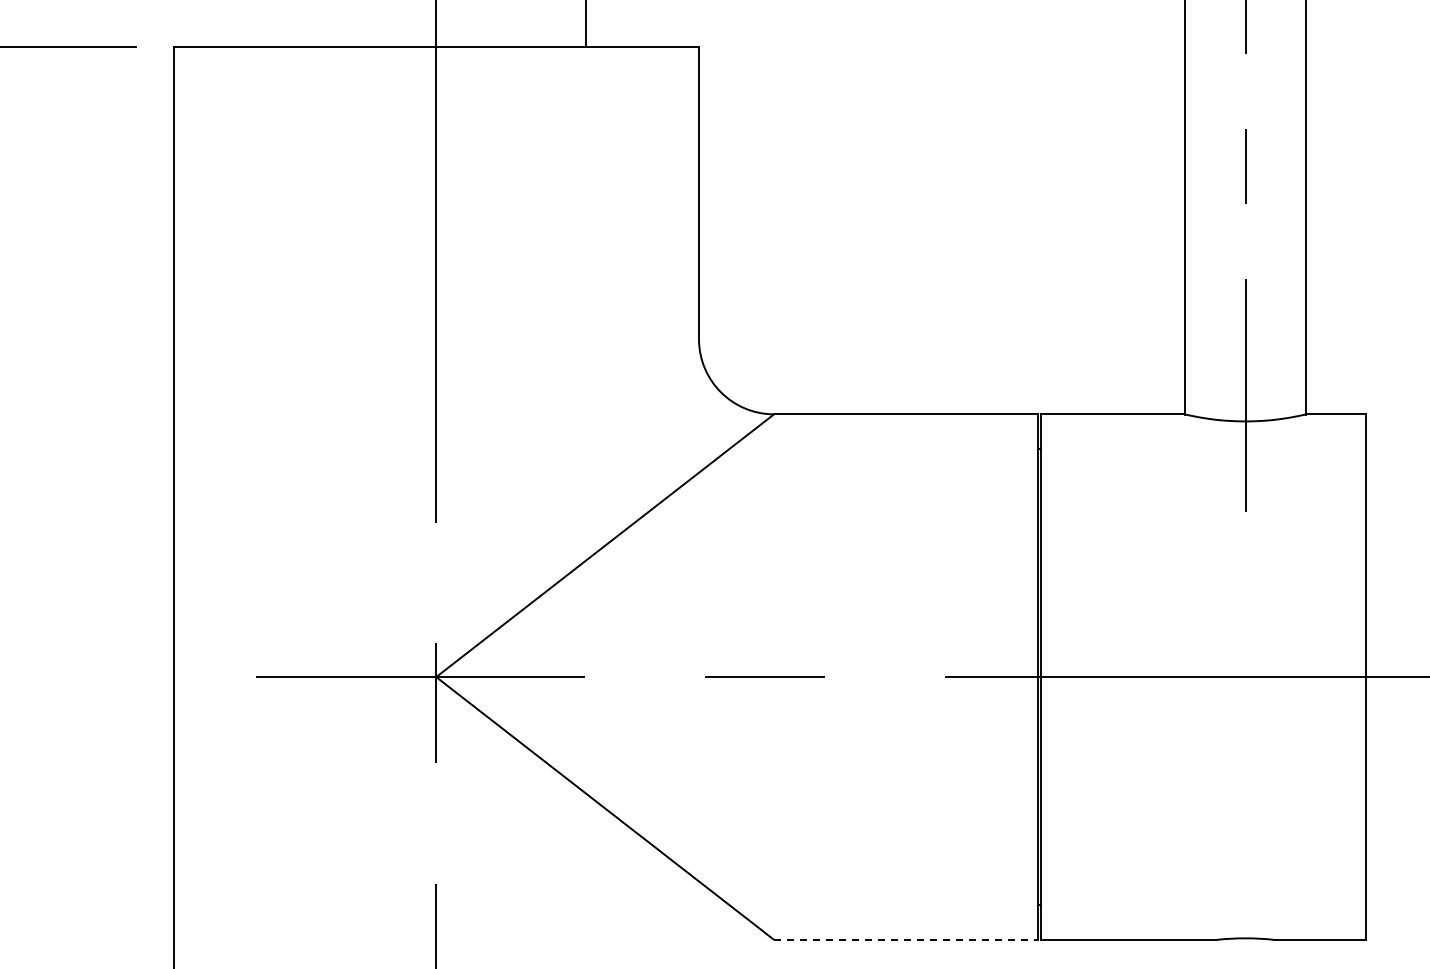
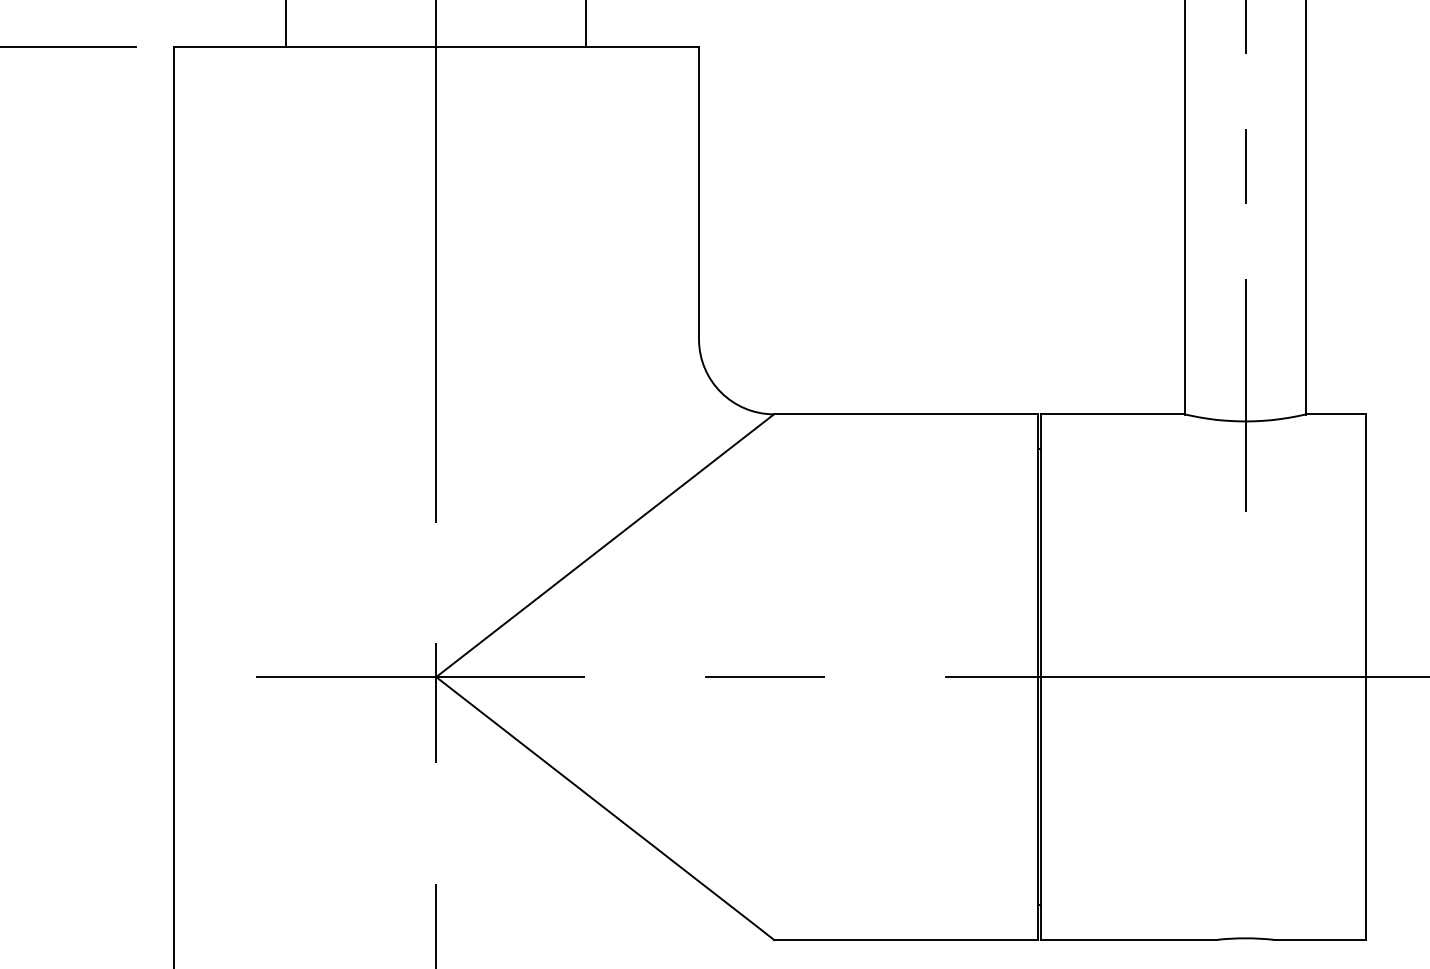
line at (286, 24): none -> present
line at (906, 939): dashed -> solid
